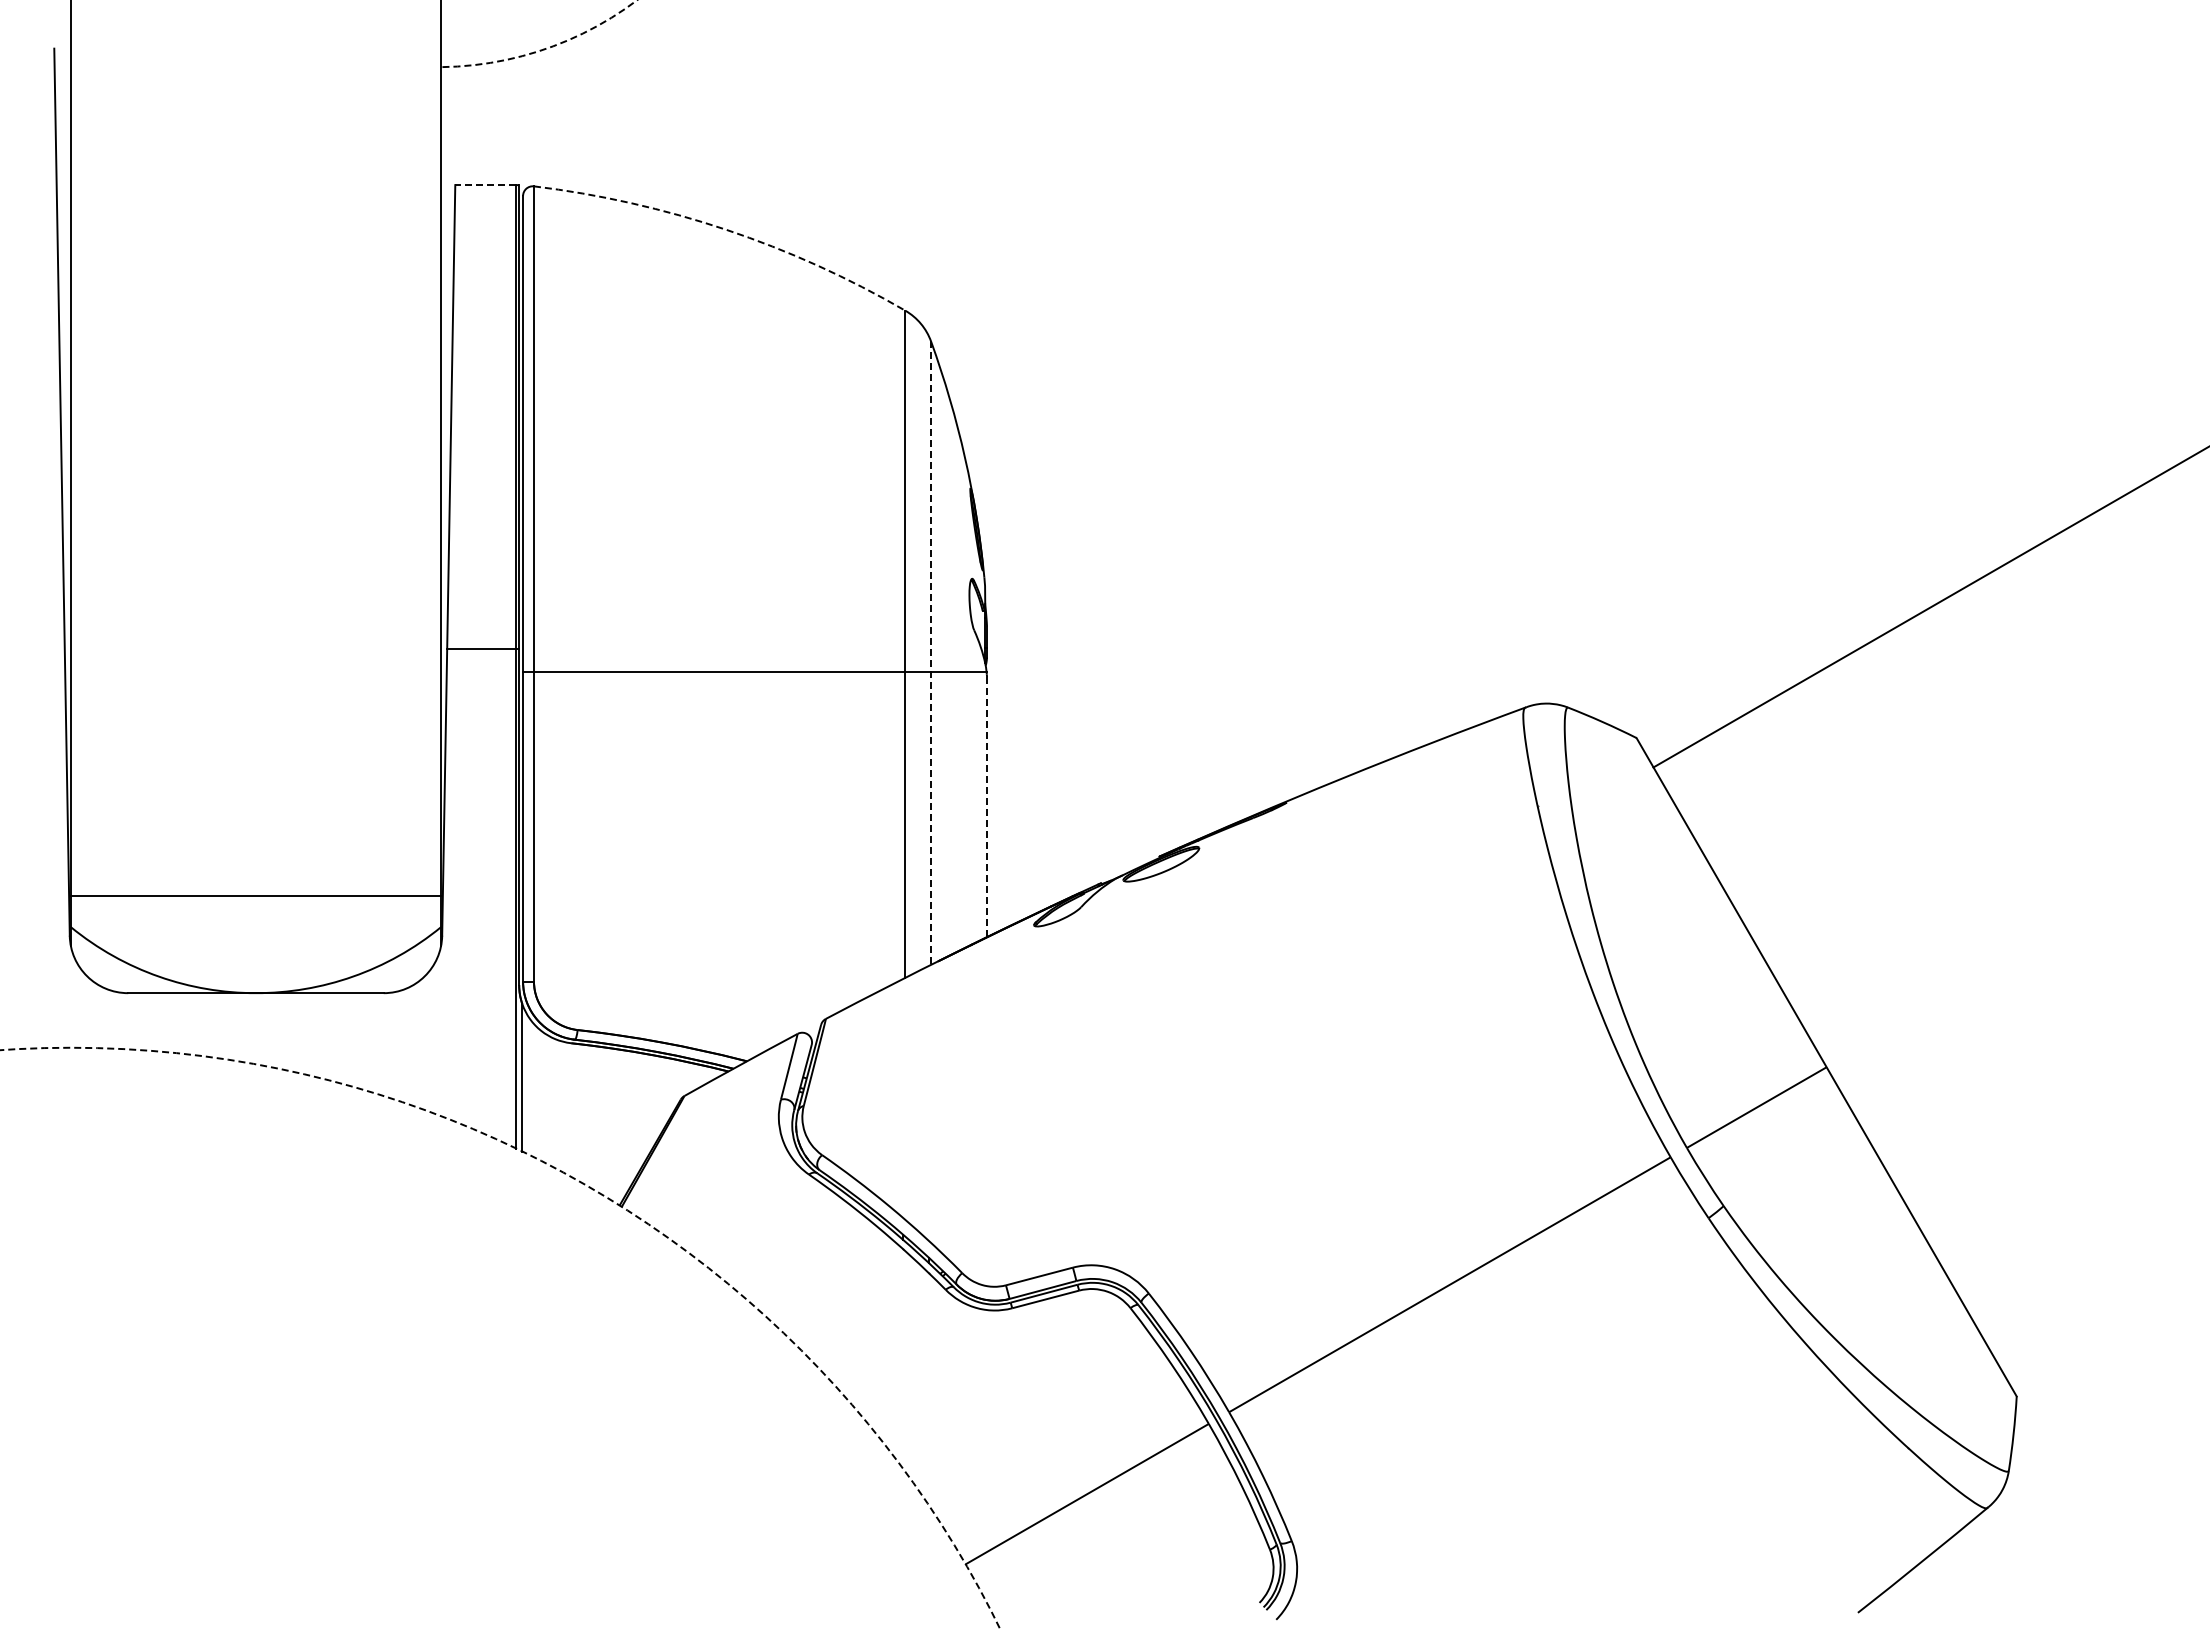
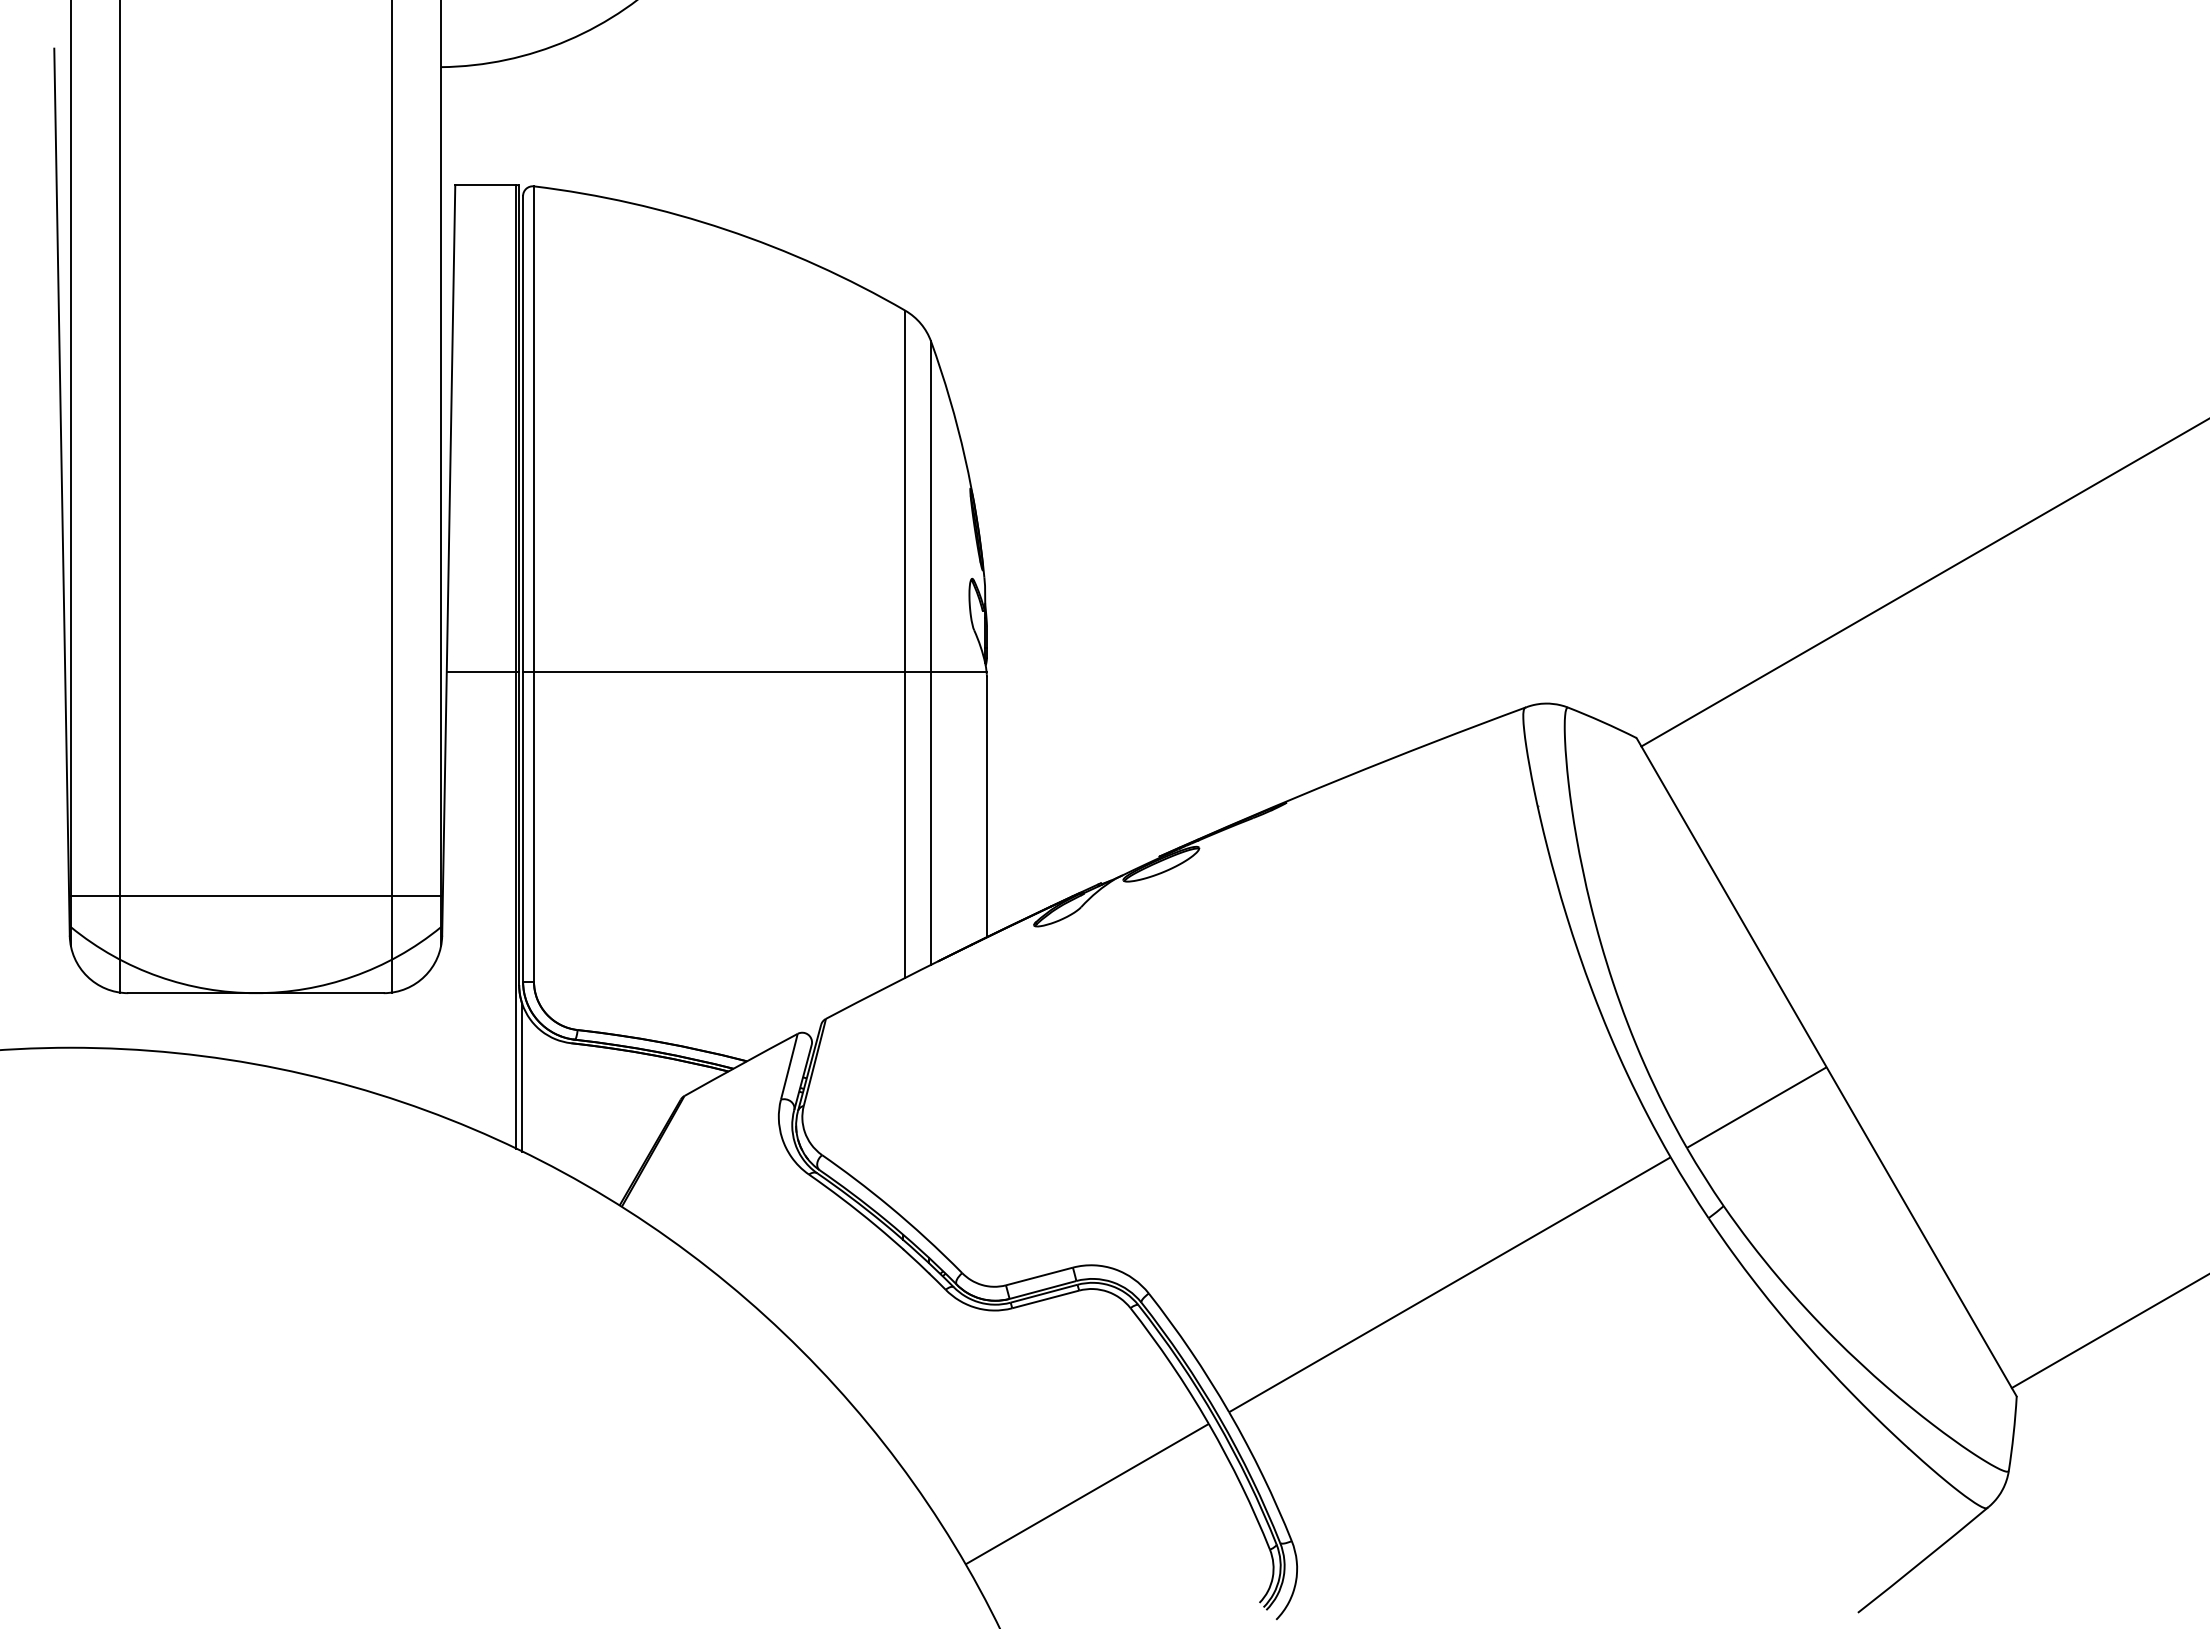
arc at (545, 49): dashed -> solid
line at (485, 185): dashed -> solid
arc at (726, 229): dashed -> solid
line at (119, 497): none -> present
line at (392, 497): none -> present
line at (1929, 607) position: (1929, 607) -> (1923, 583)
line at (482, 649) position: (482, 649) -> (482, 672)
line at (931, 653): dashed -> solid
line at (987, 807): dashed -> solid
line at (2108, 1331): none -> present
circle at (499, 1337): dashed -> solid
